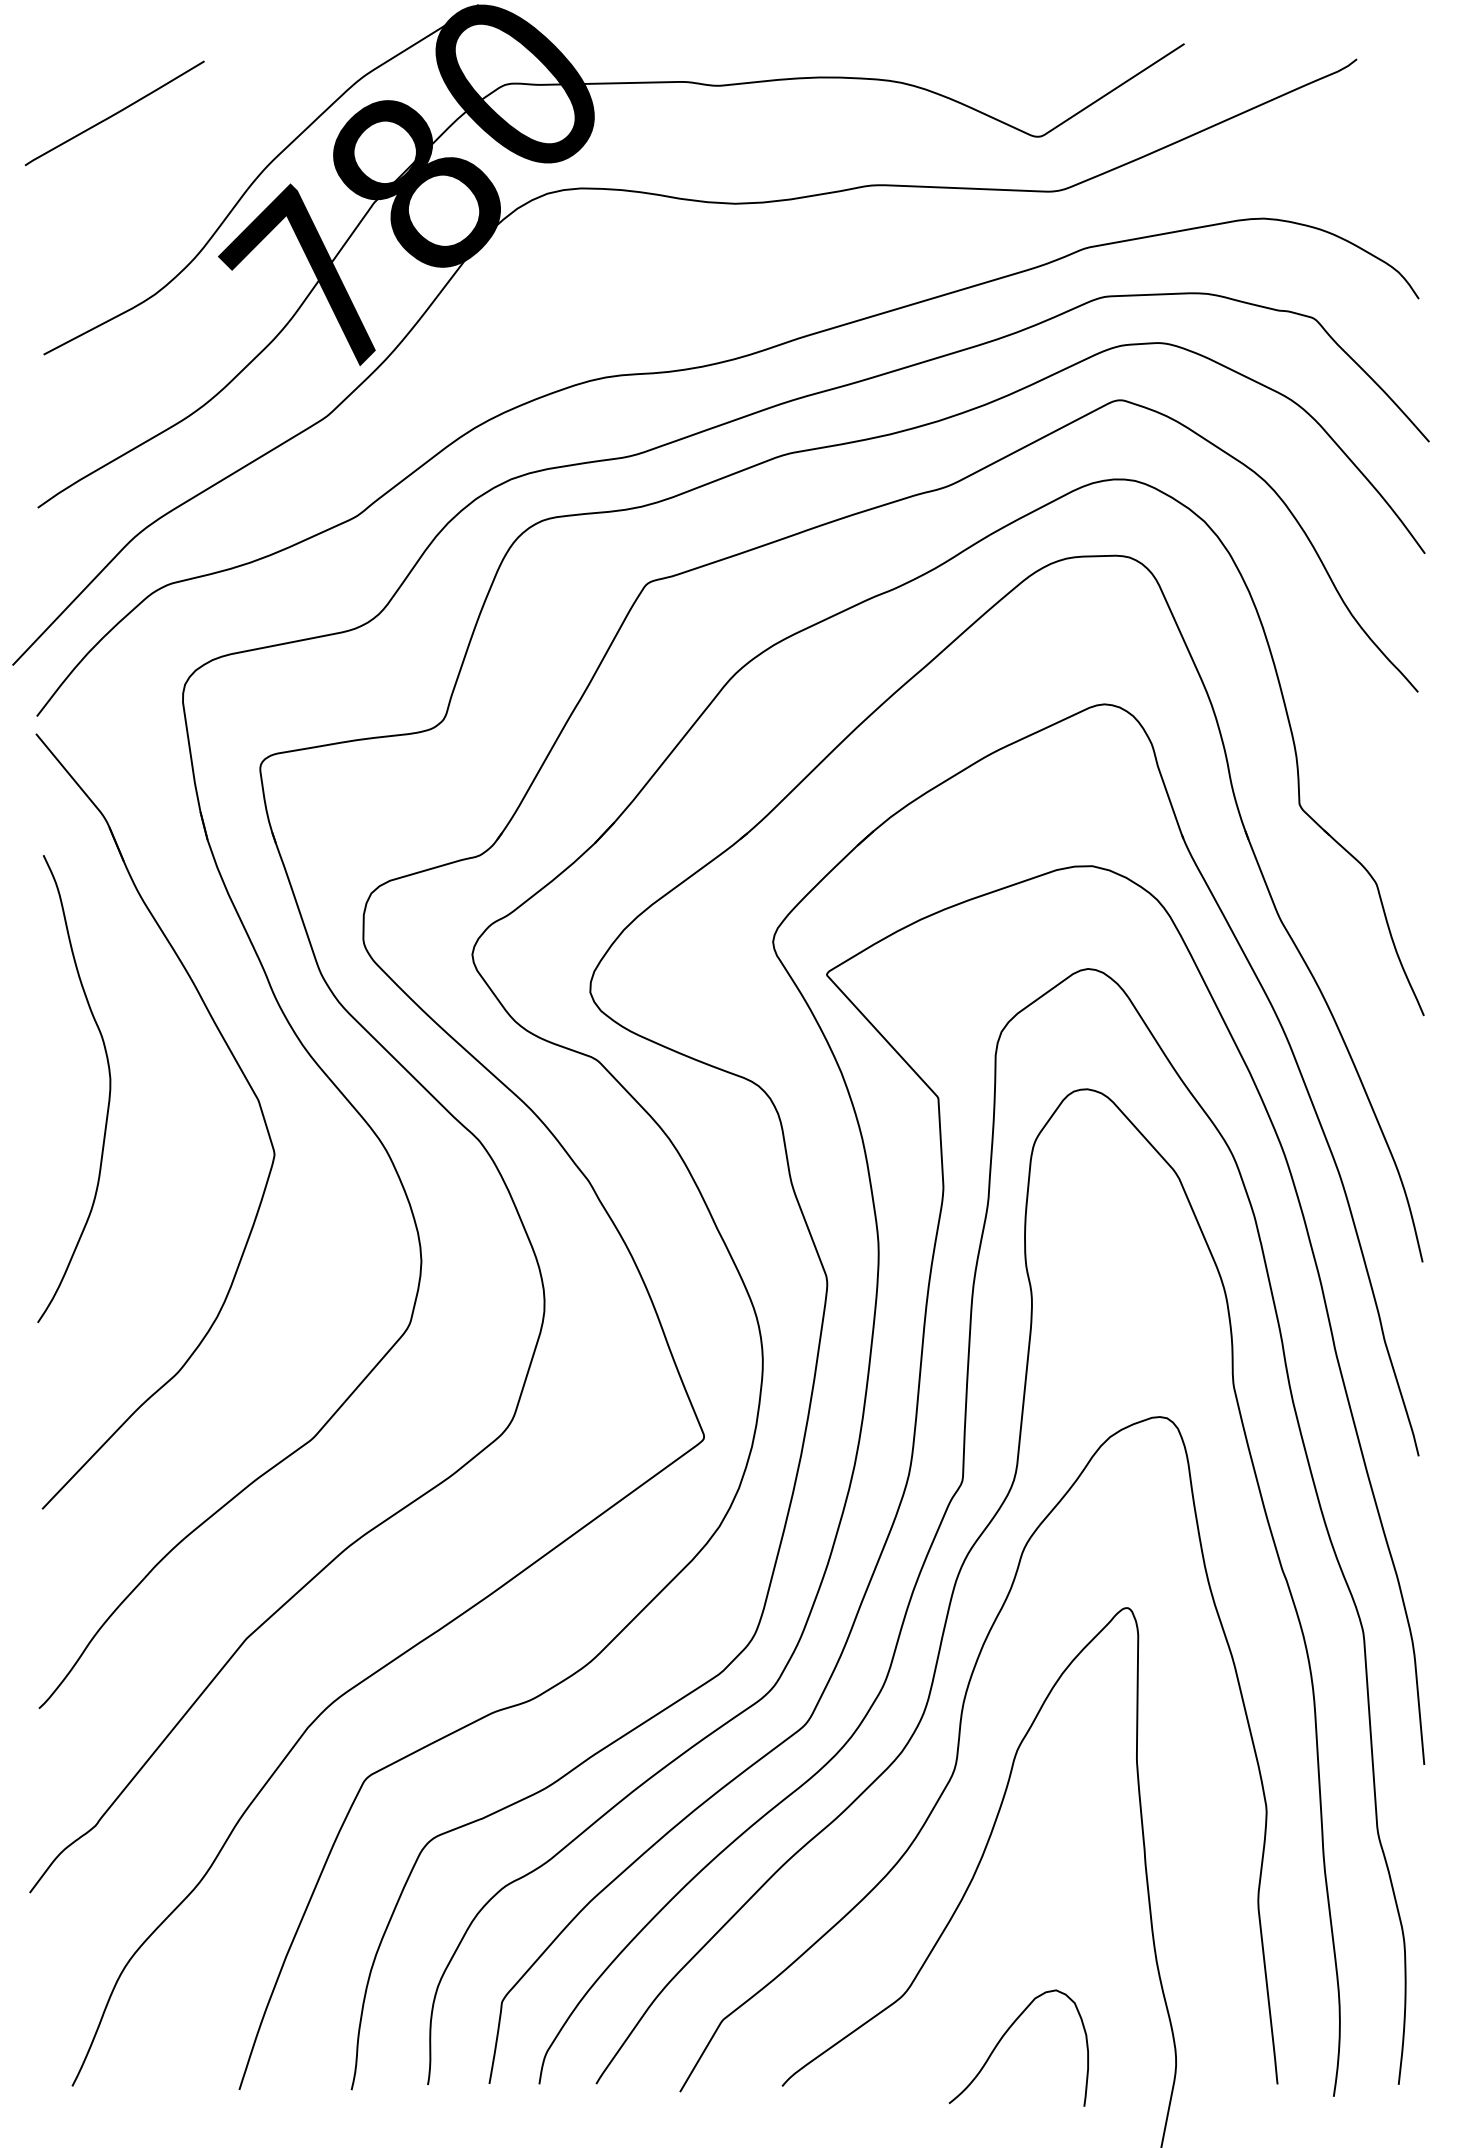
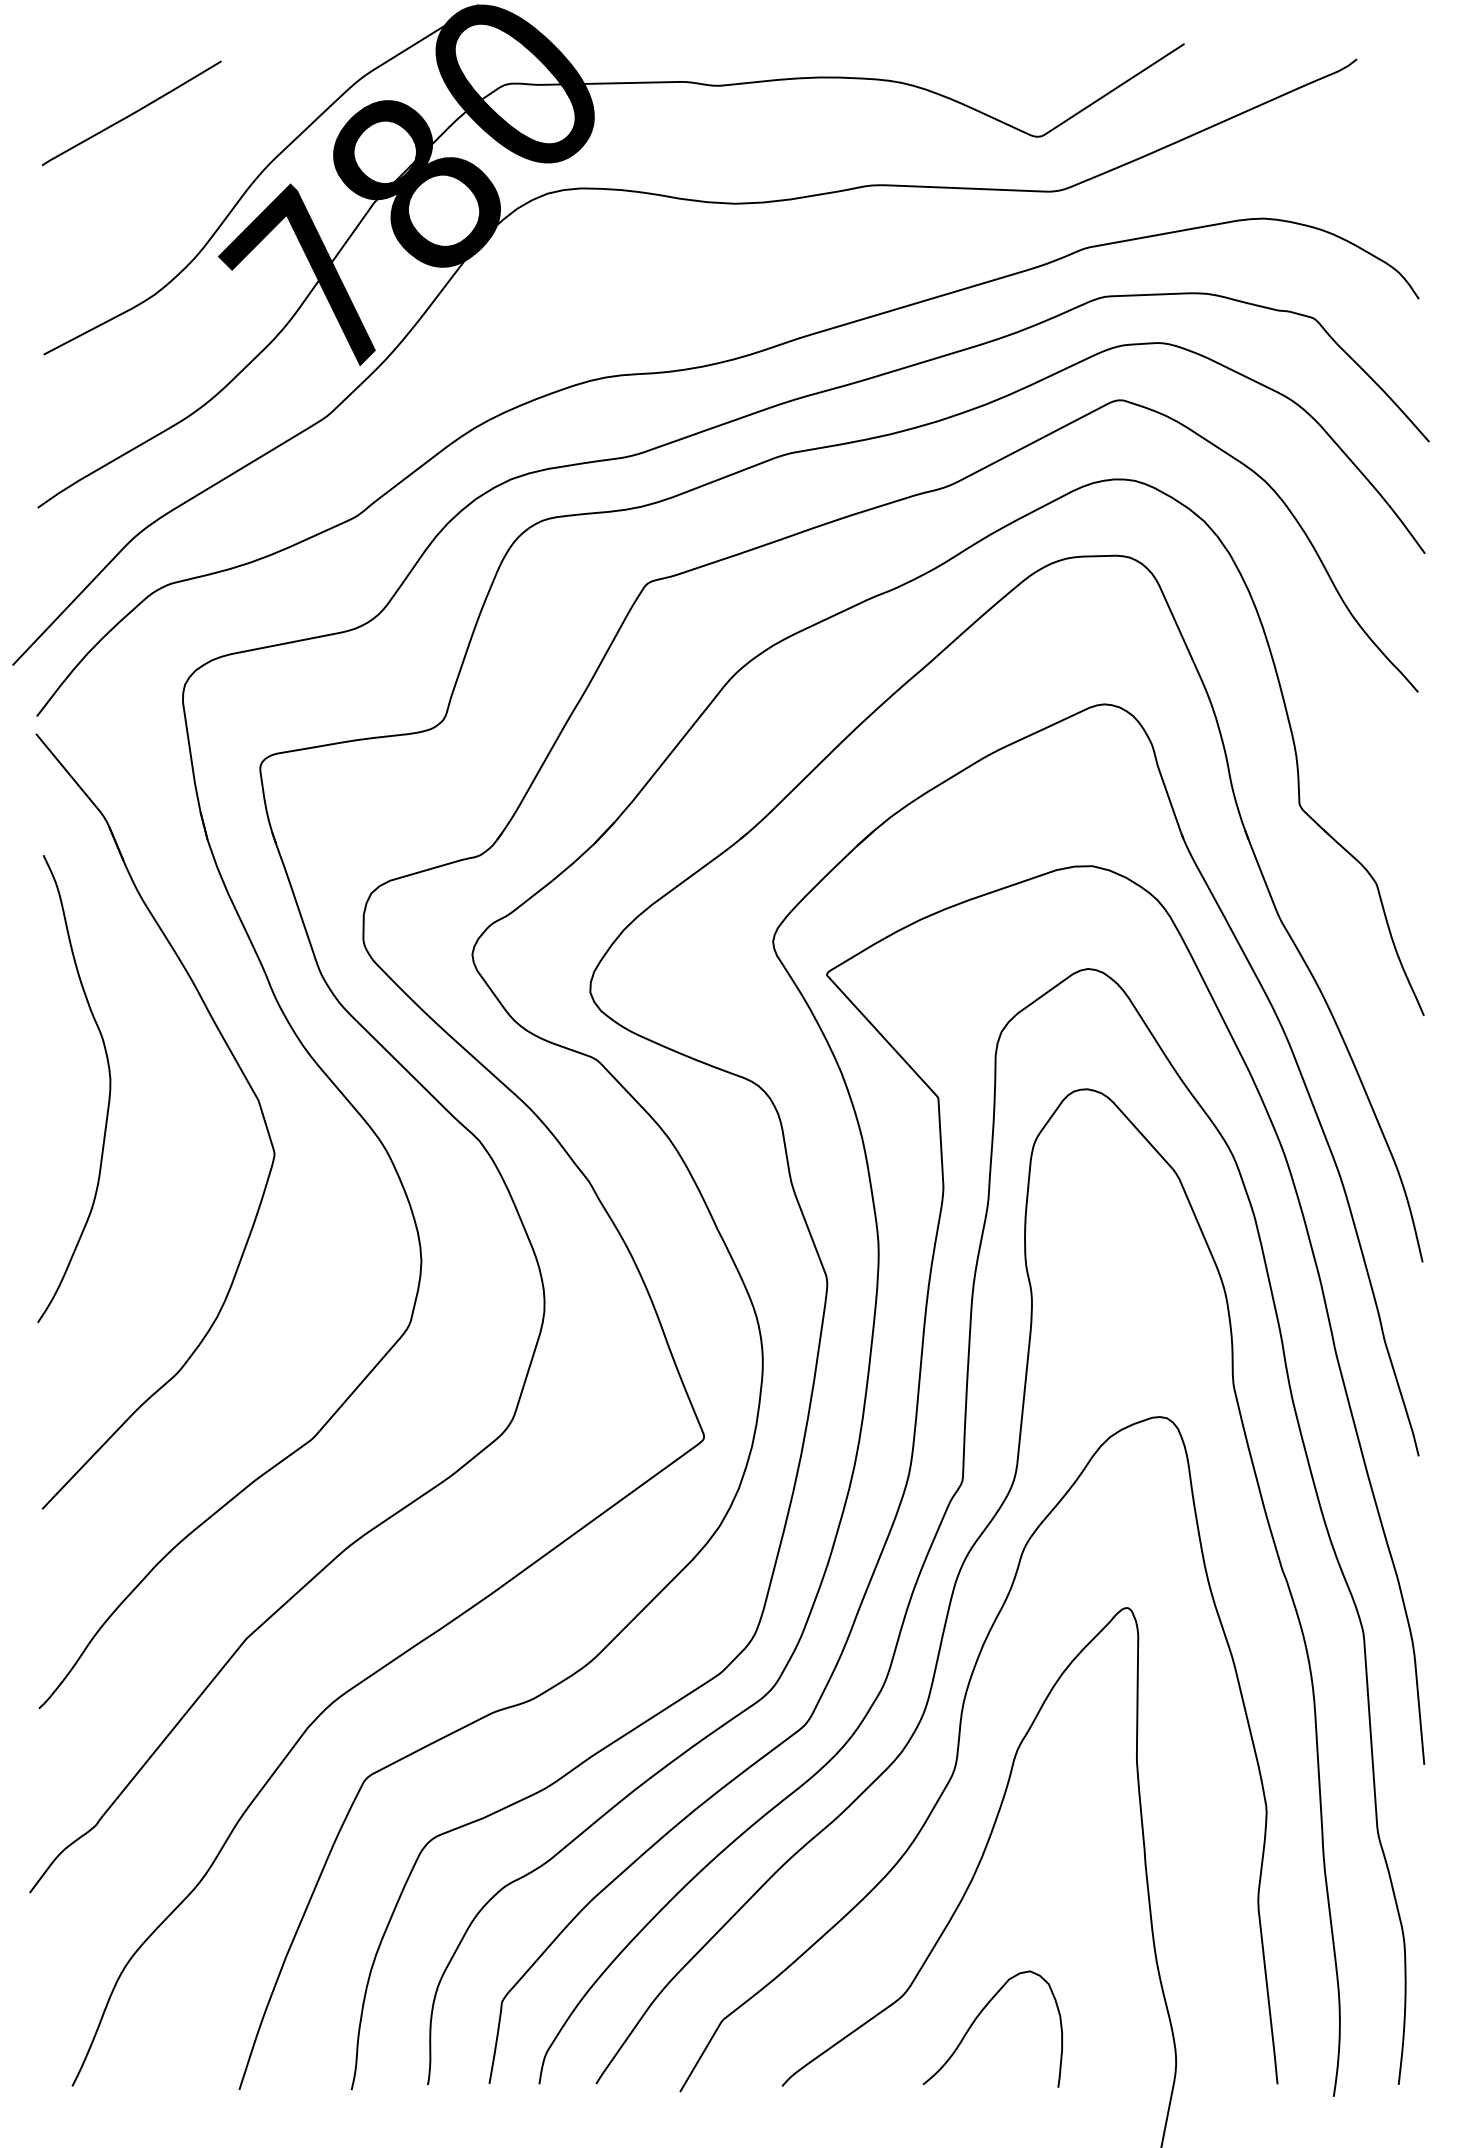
curve at (114, 113) position: (114, 113) -> (131, 113)
curve at (1003, 2037) position: (1003, 2037) -> (977, 2018)
